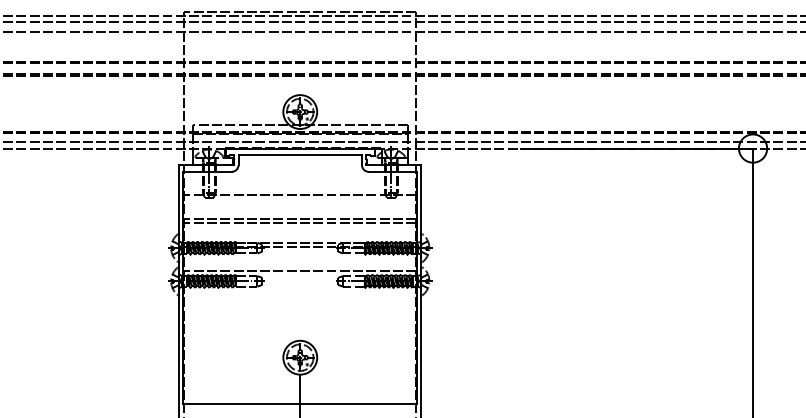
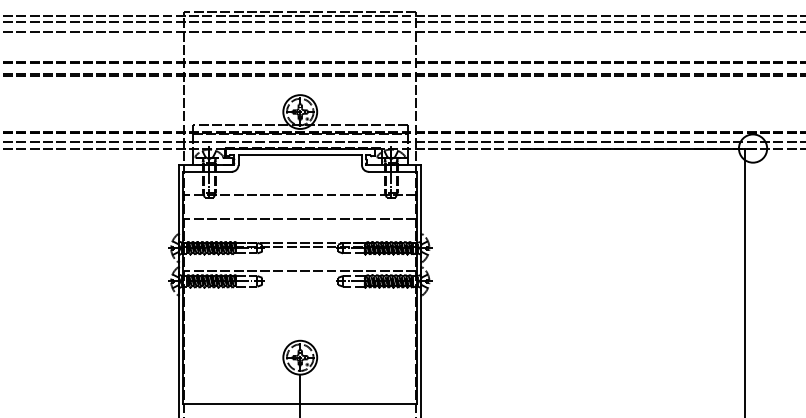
line at (300, 222): present -> none
line at (753, 281) position: (753, 281) -> (745, 281)
